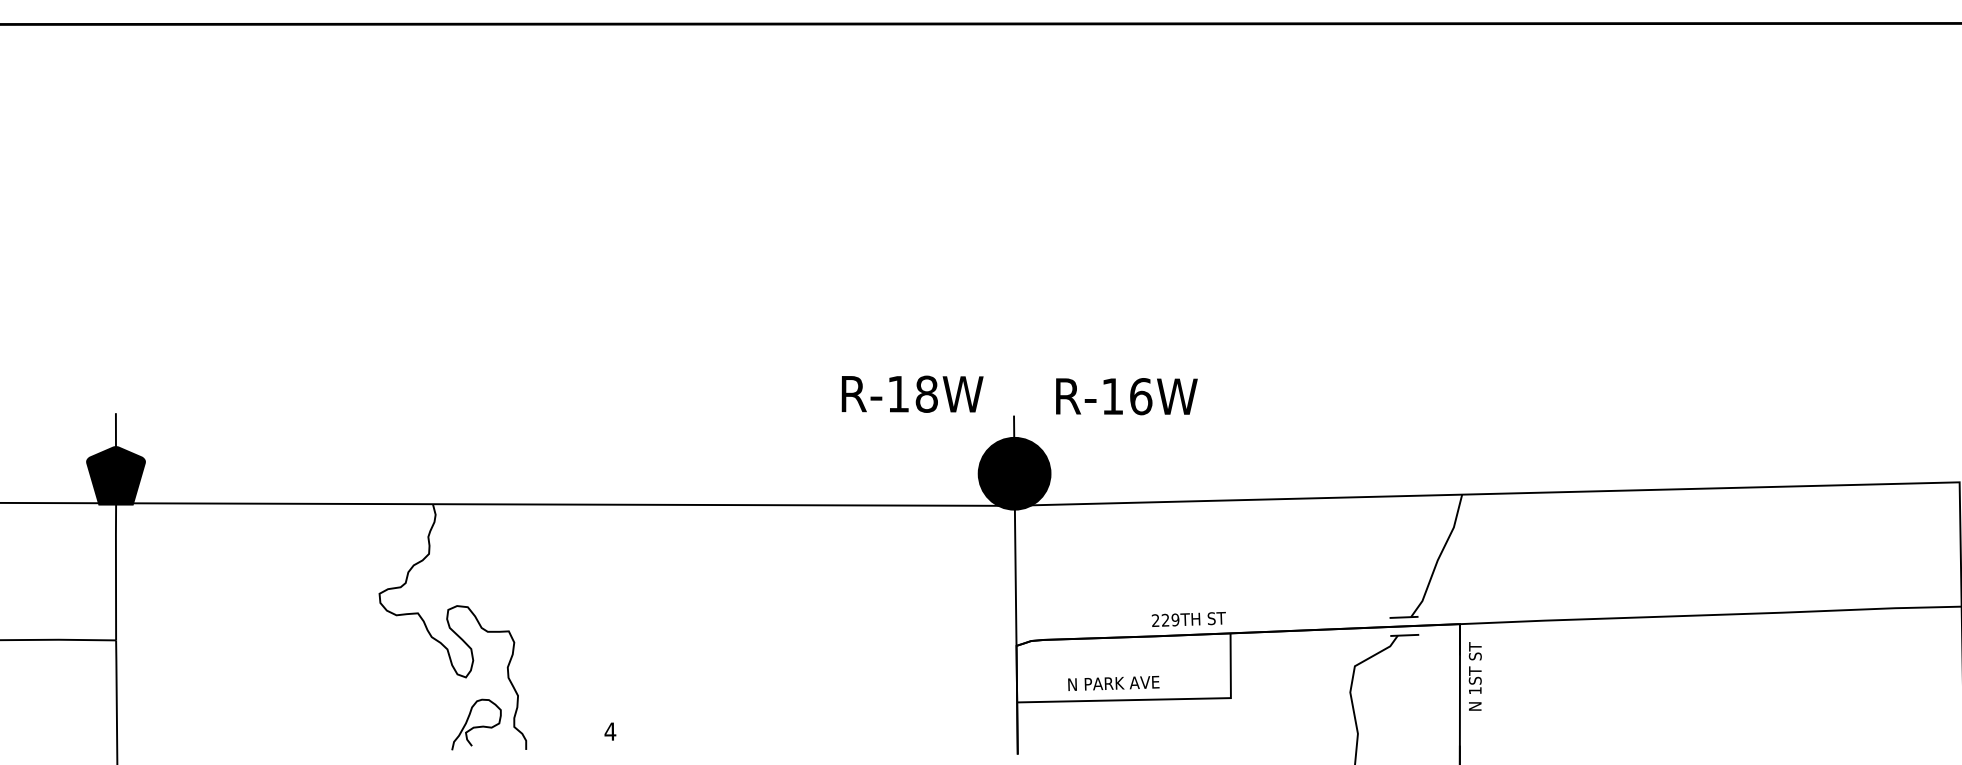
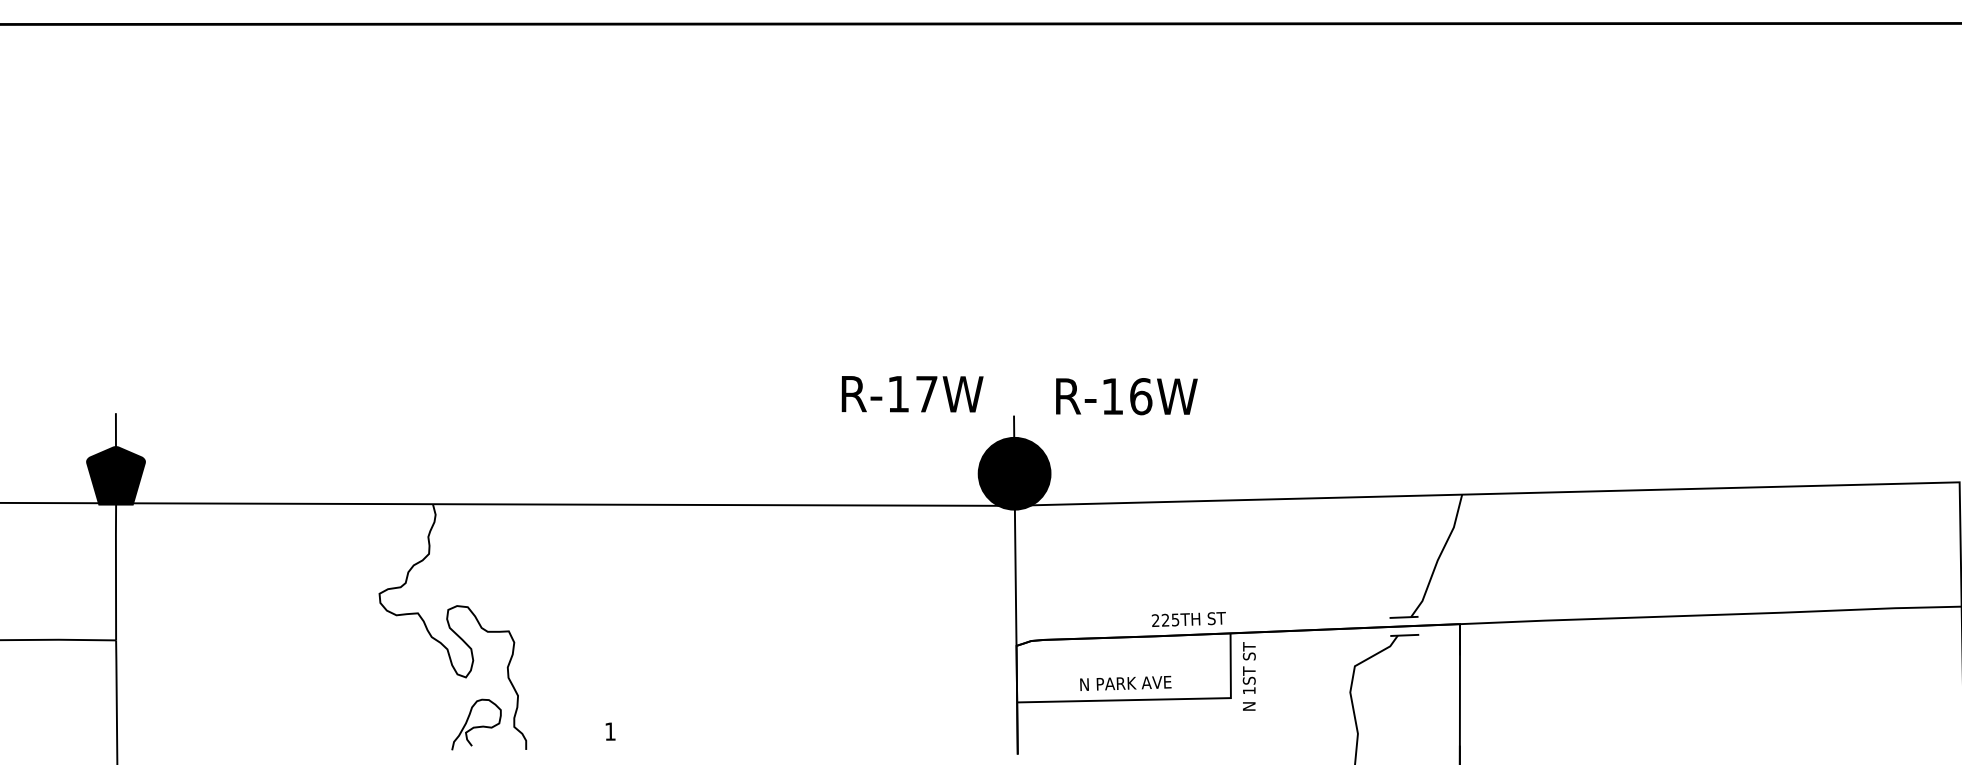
text at (926, 393): R-18W -> R-17W
text at (1175, 619): 229TH -> 225TH
text at (1474, 676) position: (1474, 676) -> (1248, 676)
text at (1113, 682) position: (1113, 682) -> (1125, 682)
text at (610, 731): 4 -> 1
